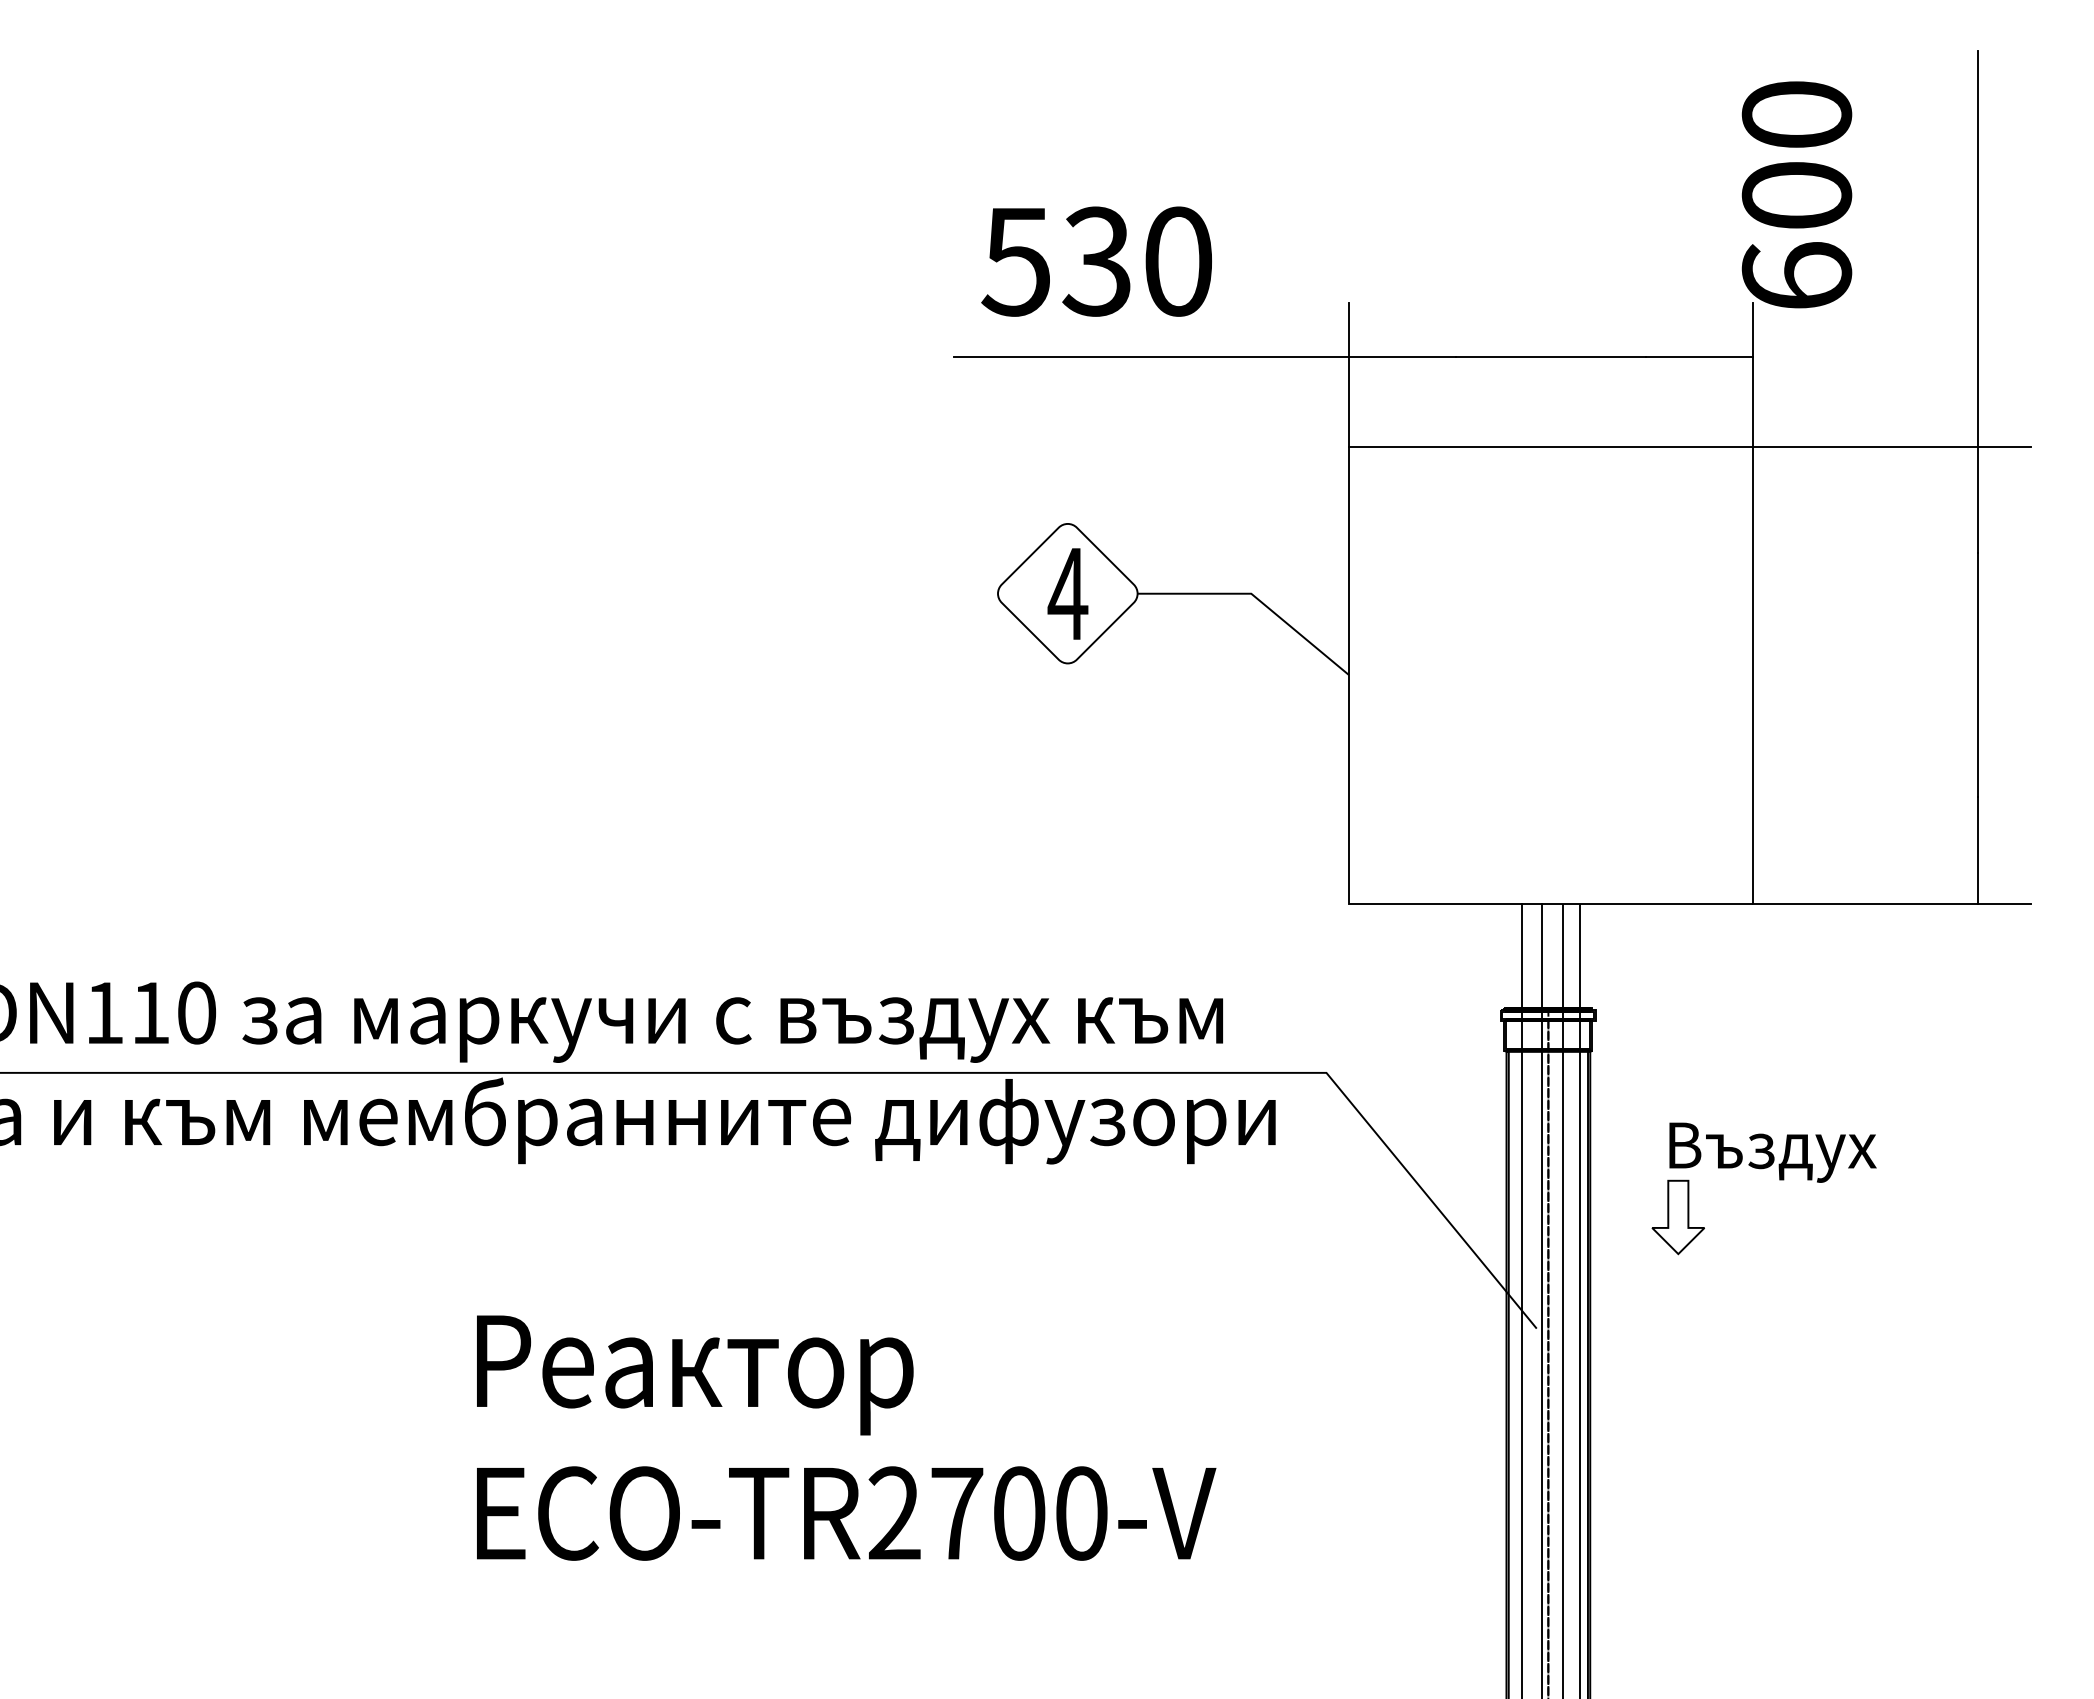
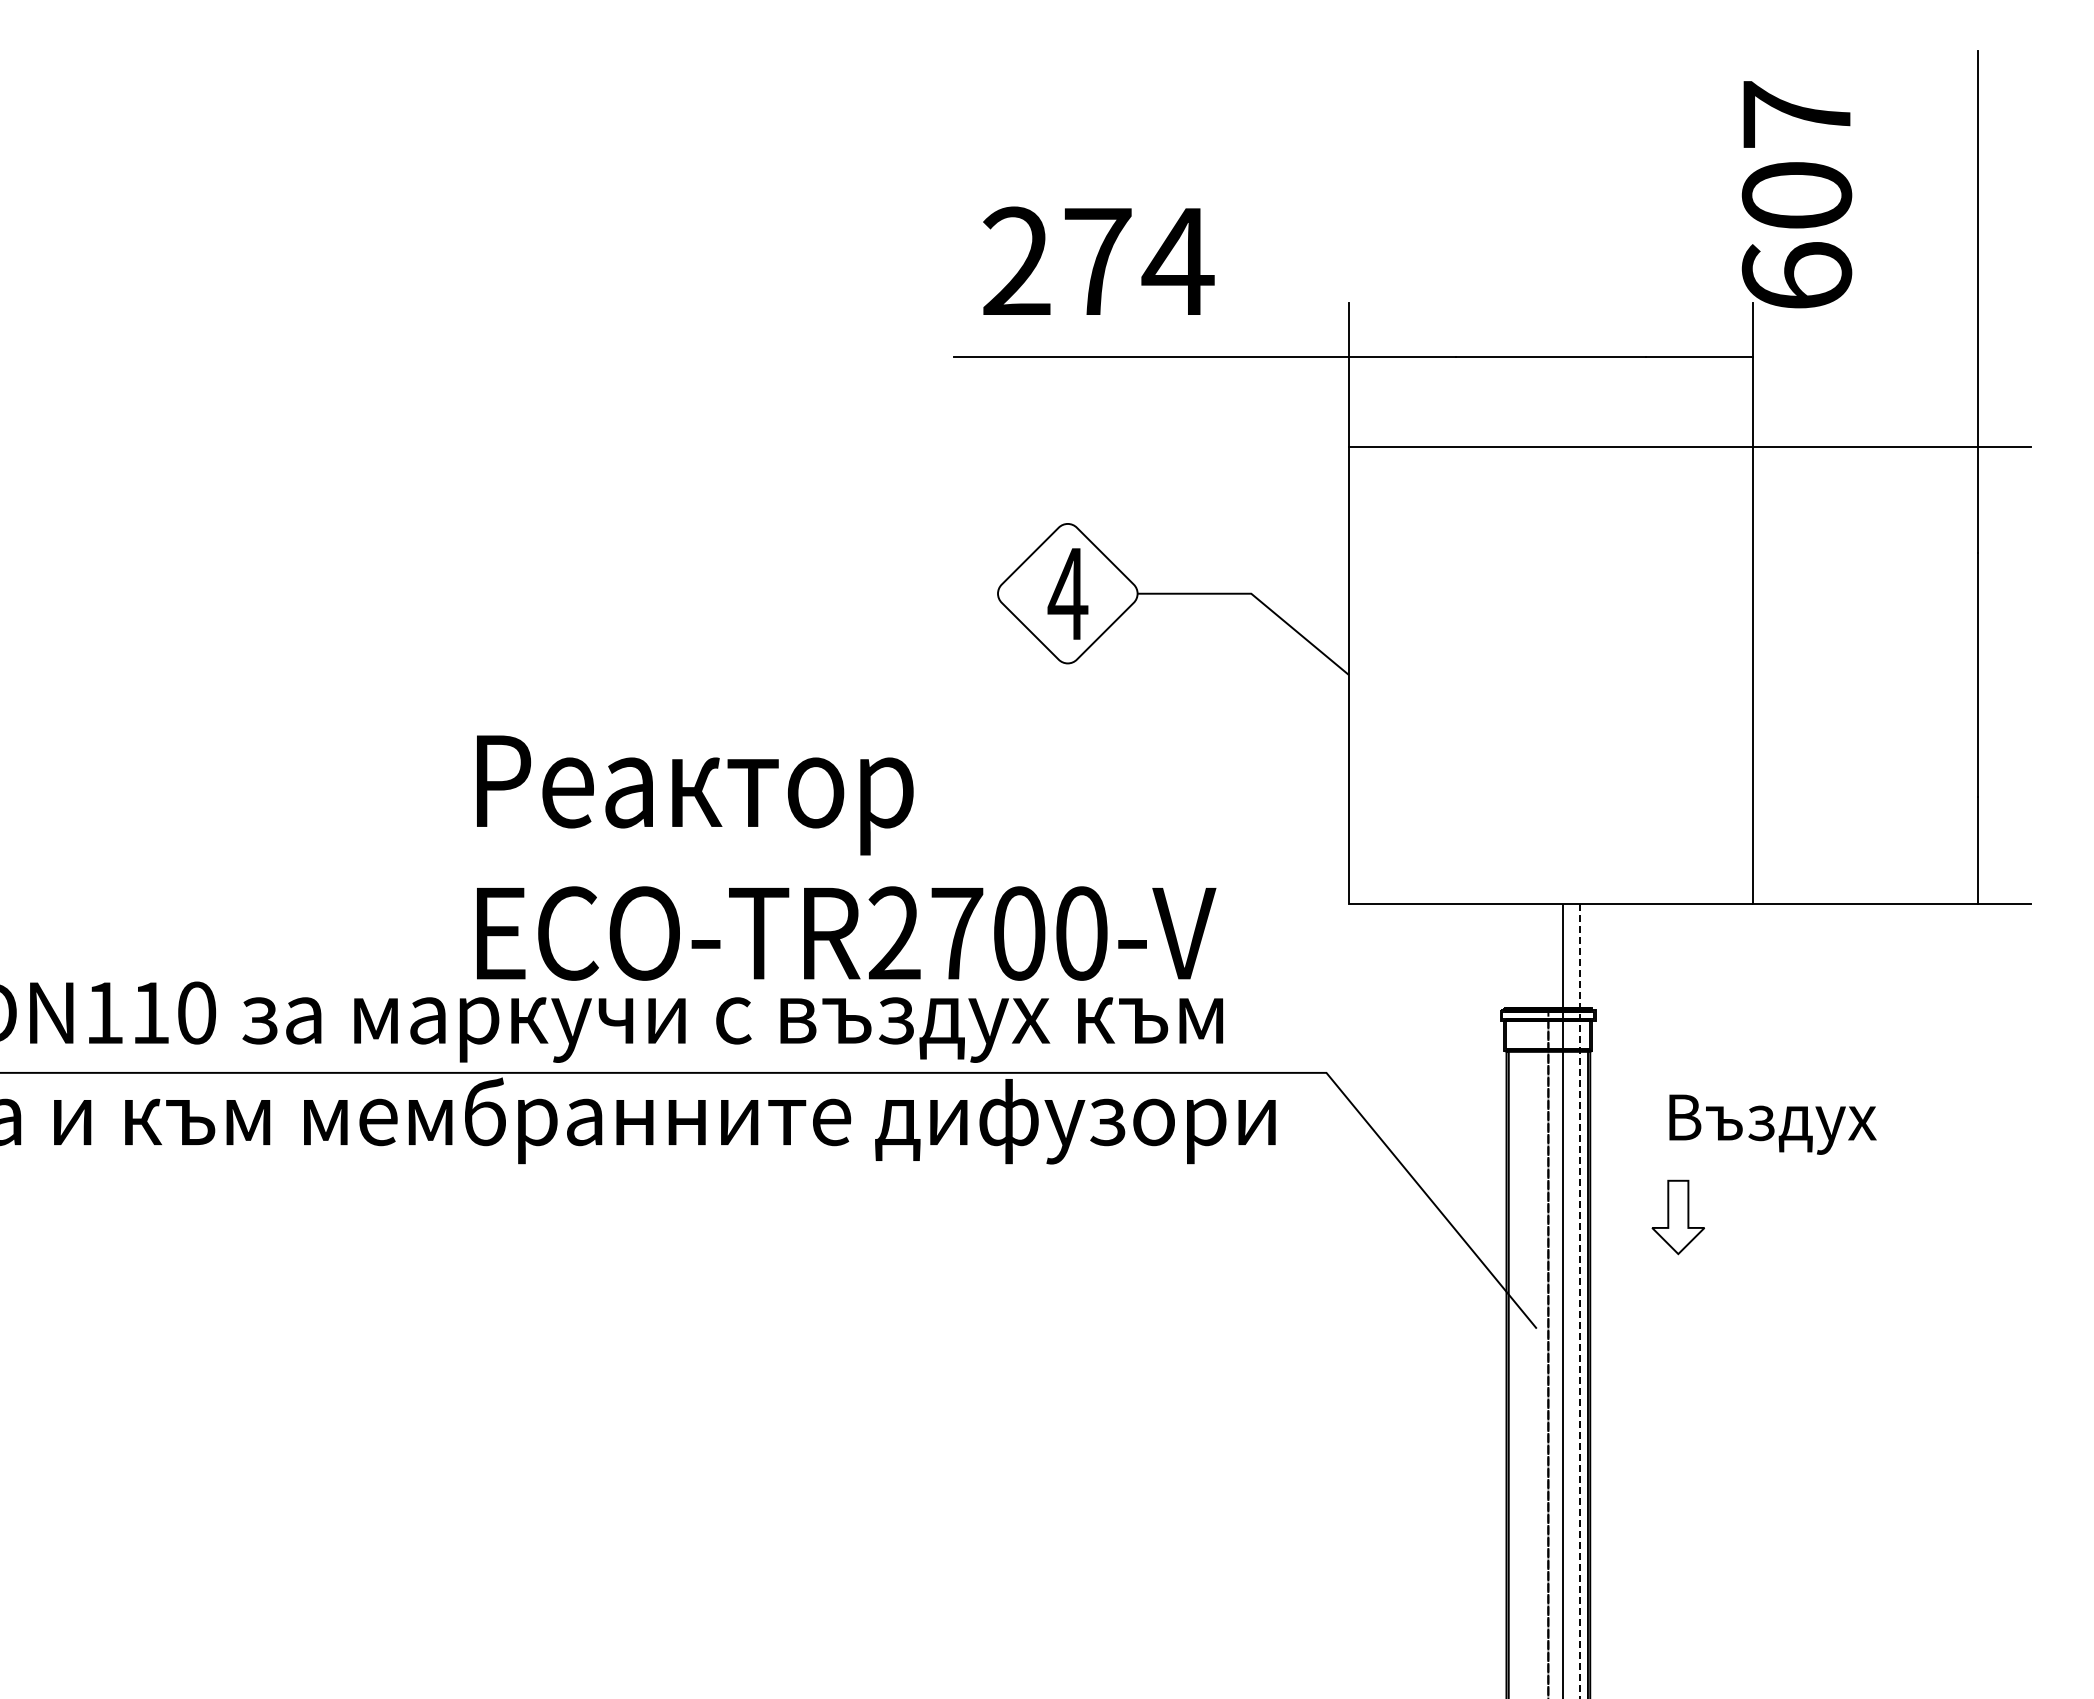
text at (1796, 114): 600 -> 607
text at (1097, 261): 530 -> 274
text at (1772, 1152) position: (1772, 1152) -> (1772, 1124)
line at (1522, 1299): present -> none
line at (1542, 1299): present -> none
line at (1579, 1301): solid -> dashed
text at (846, 1437) position: (846, 1437) -> (846, 857)
